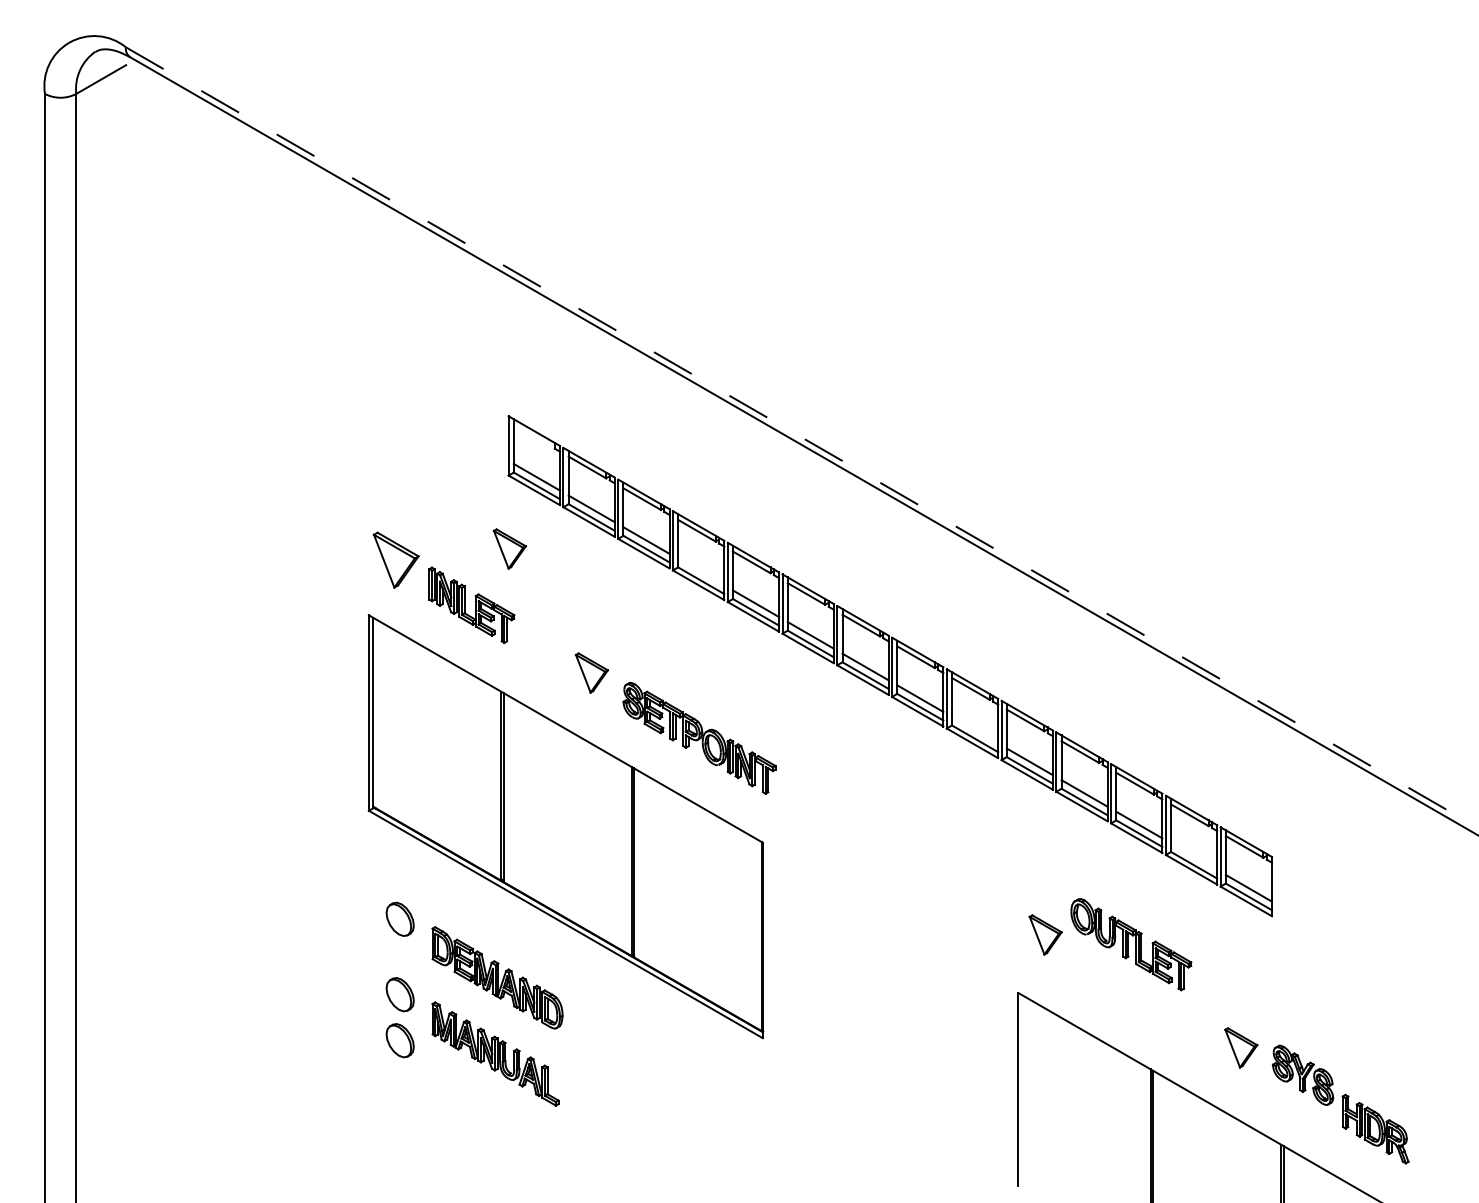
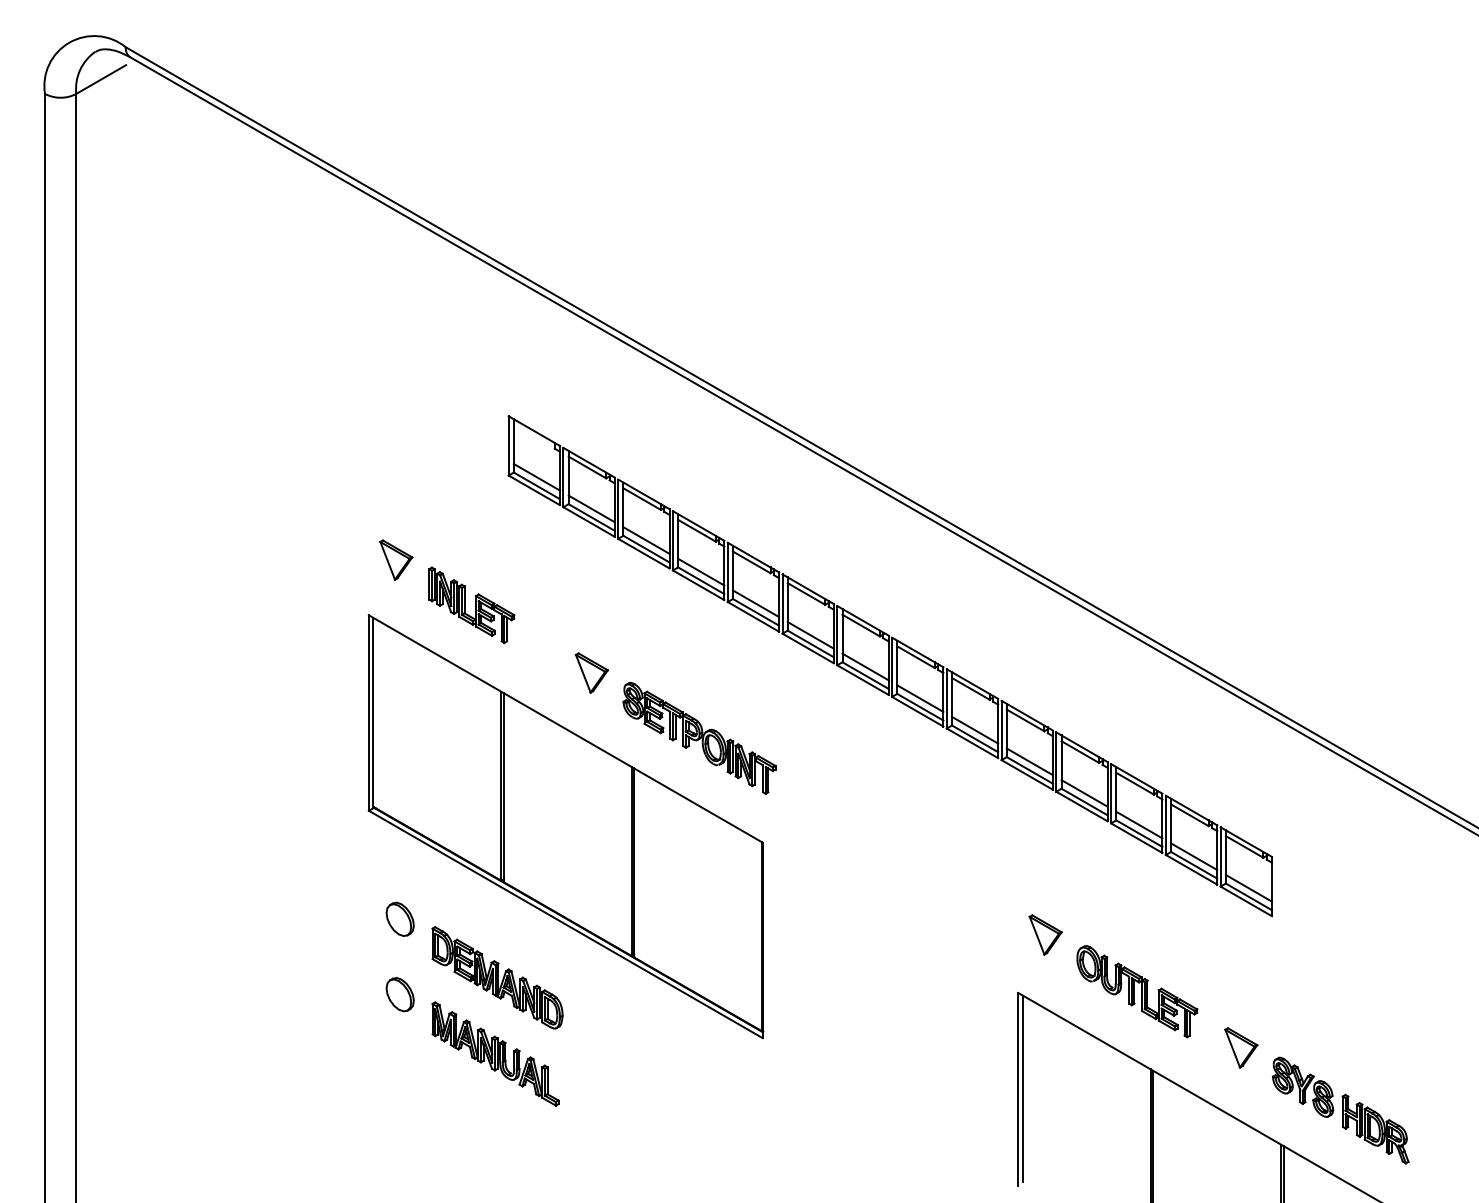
line at (802, 438): dashed -> solid
part at (509, 548): present -> none
part at (395, 559) size: 48x58 px -> 35x42 px
line at (701, 571): none -> present
line at (975, 729): none -> present
line at (1194, 856): none -> present
part at (1131, 944) position: (1131, 944) -> (1137, 991)
part at (399, 1040): present -> none
part at (1303, 1074) position: (1303, 1074) -> (1303, 1086)
line at (1022, 1088): none -> present
